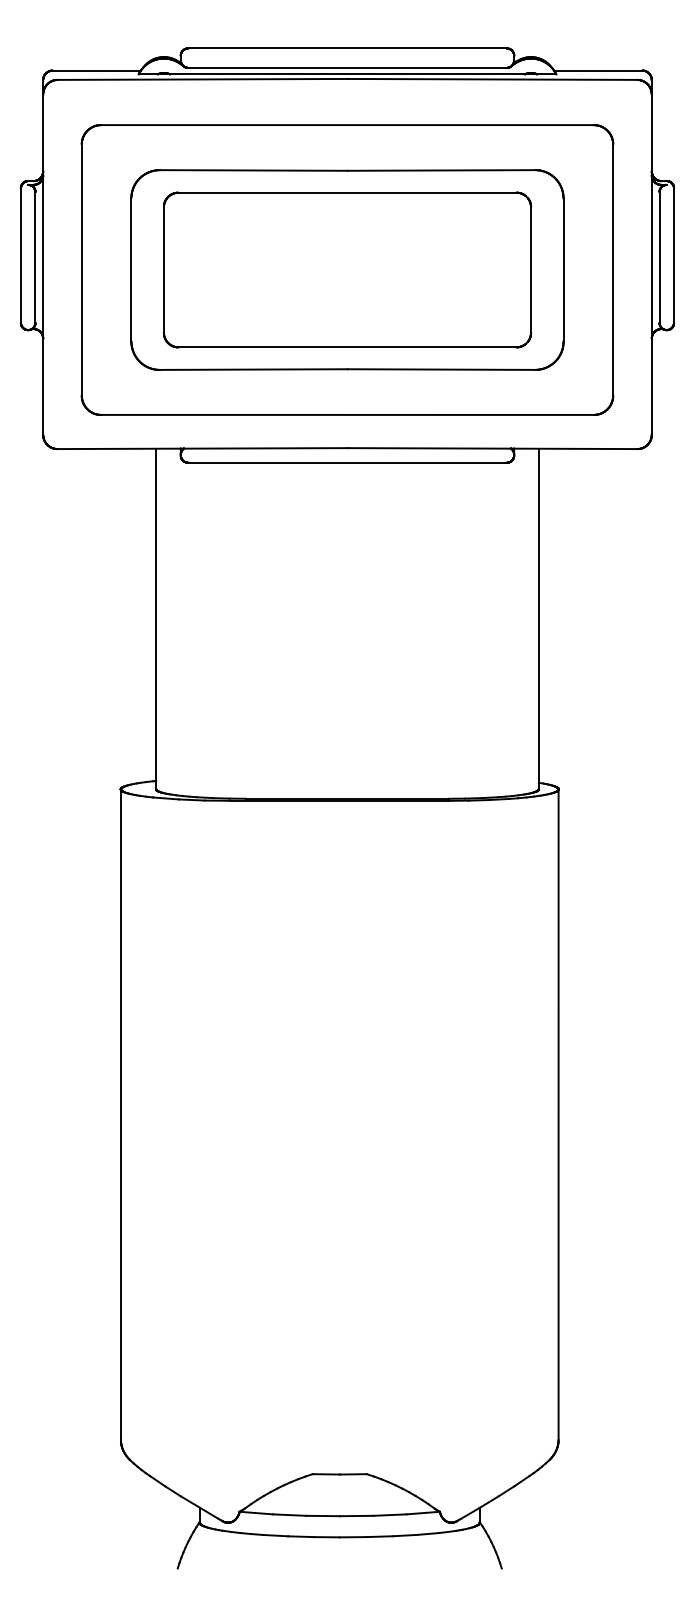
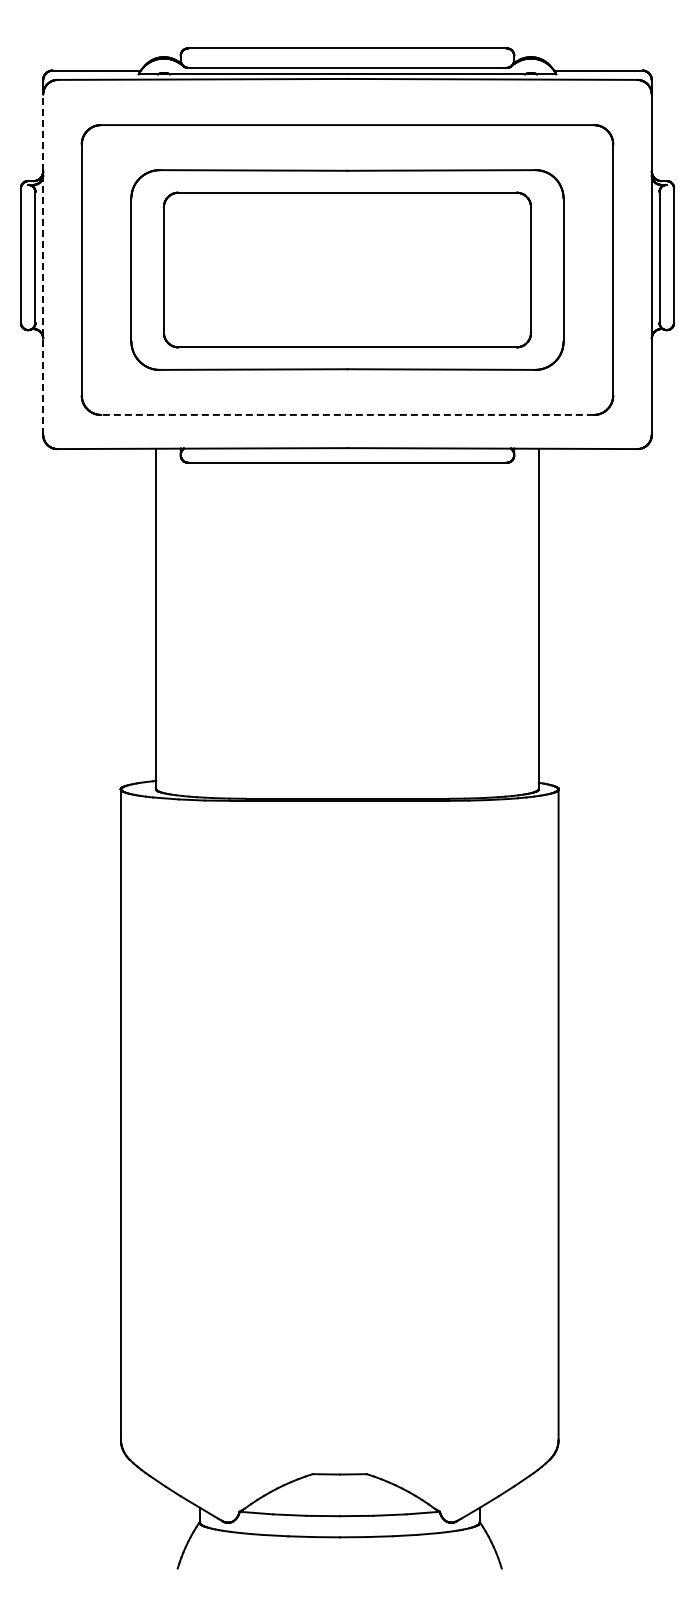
line at (43, 264): solid -> dashed
line at (347, 414): solid -> dashed
